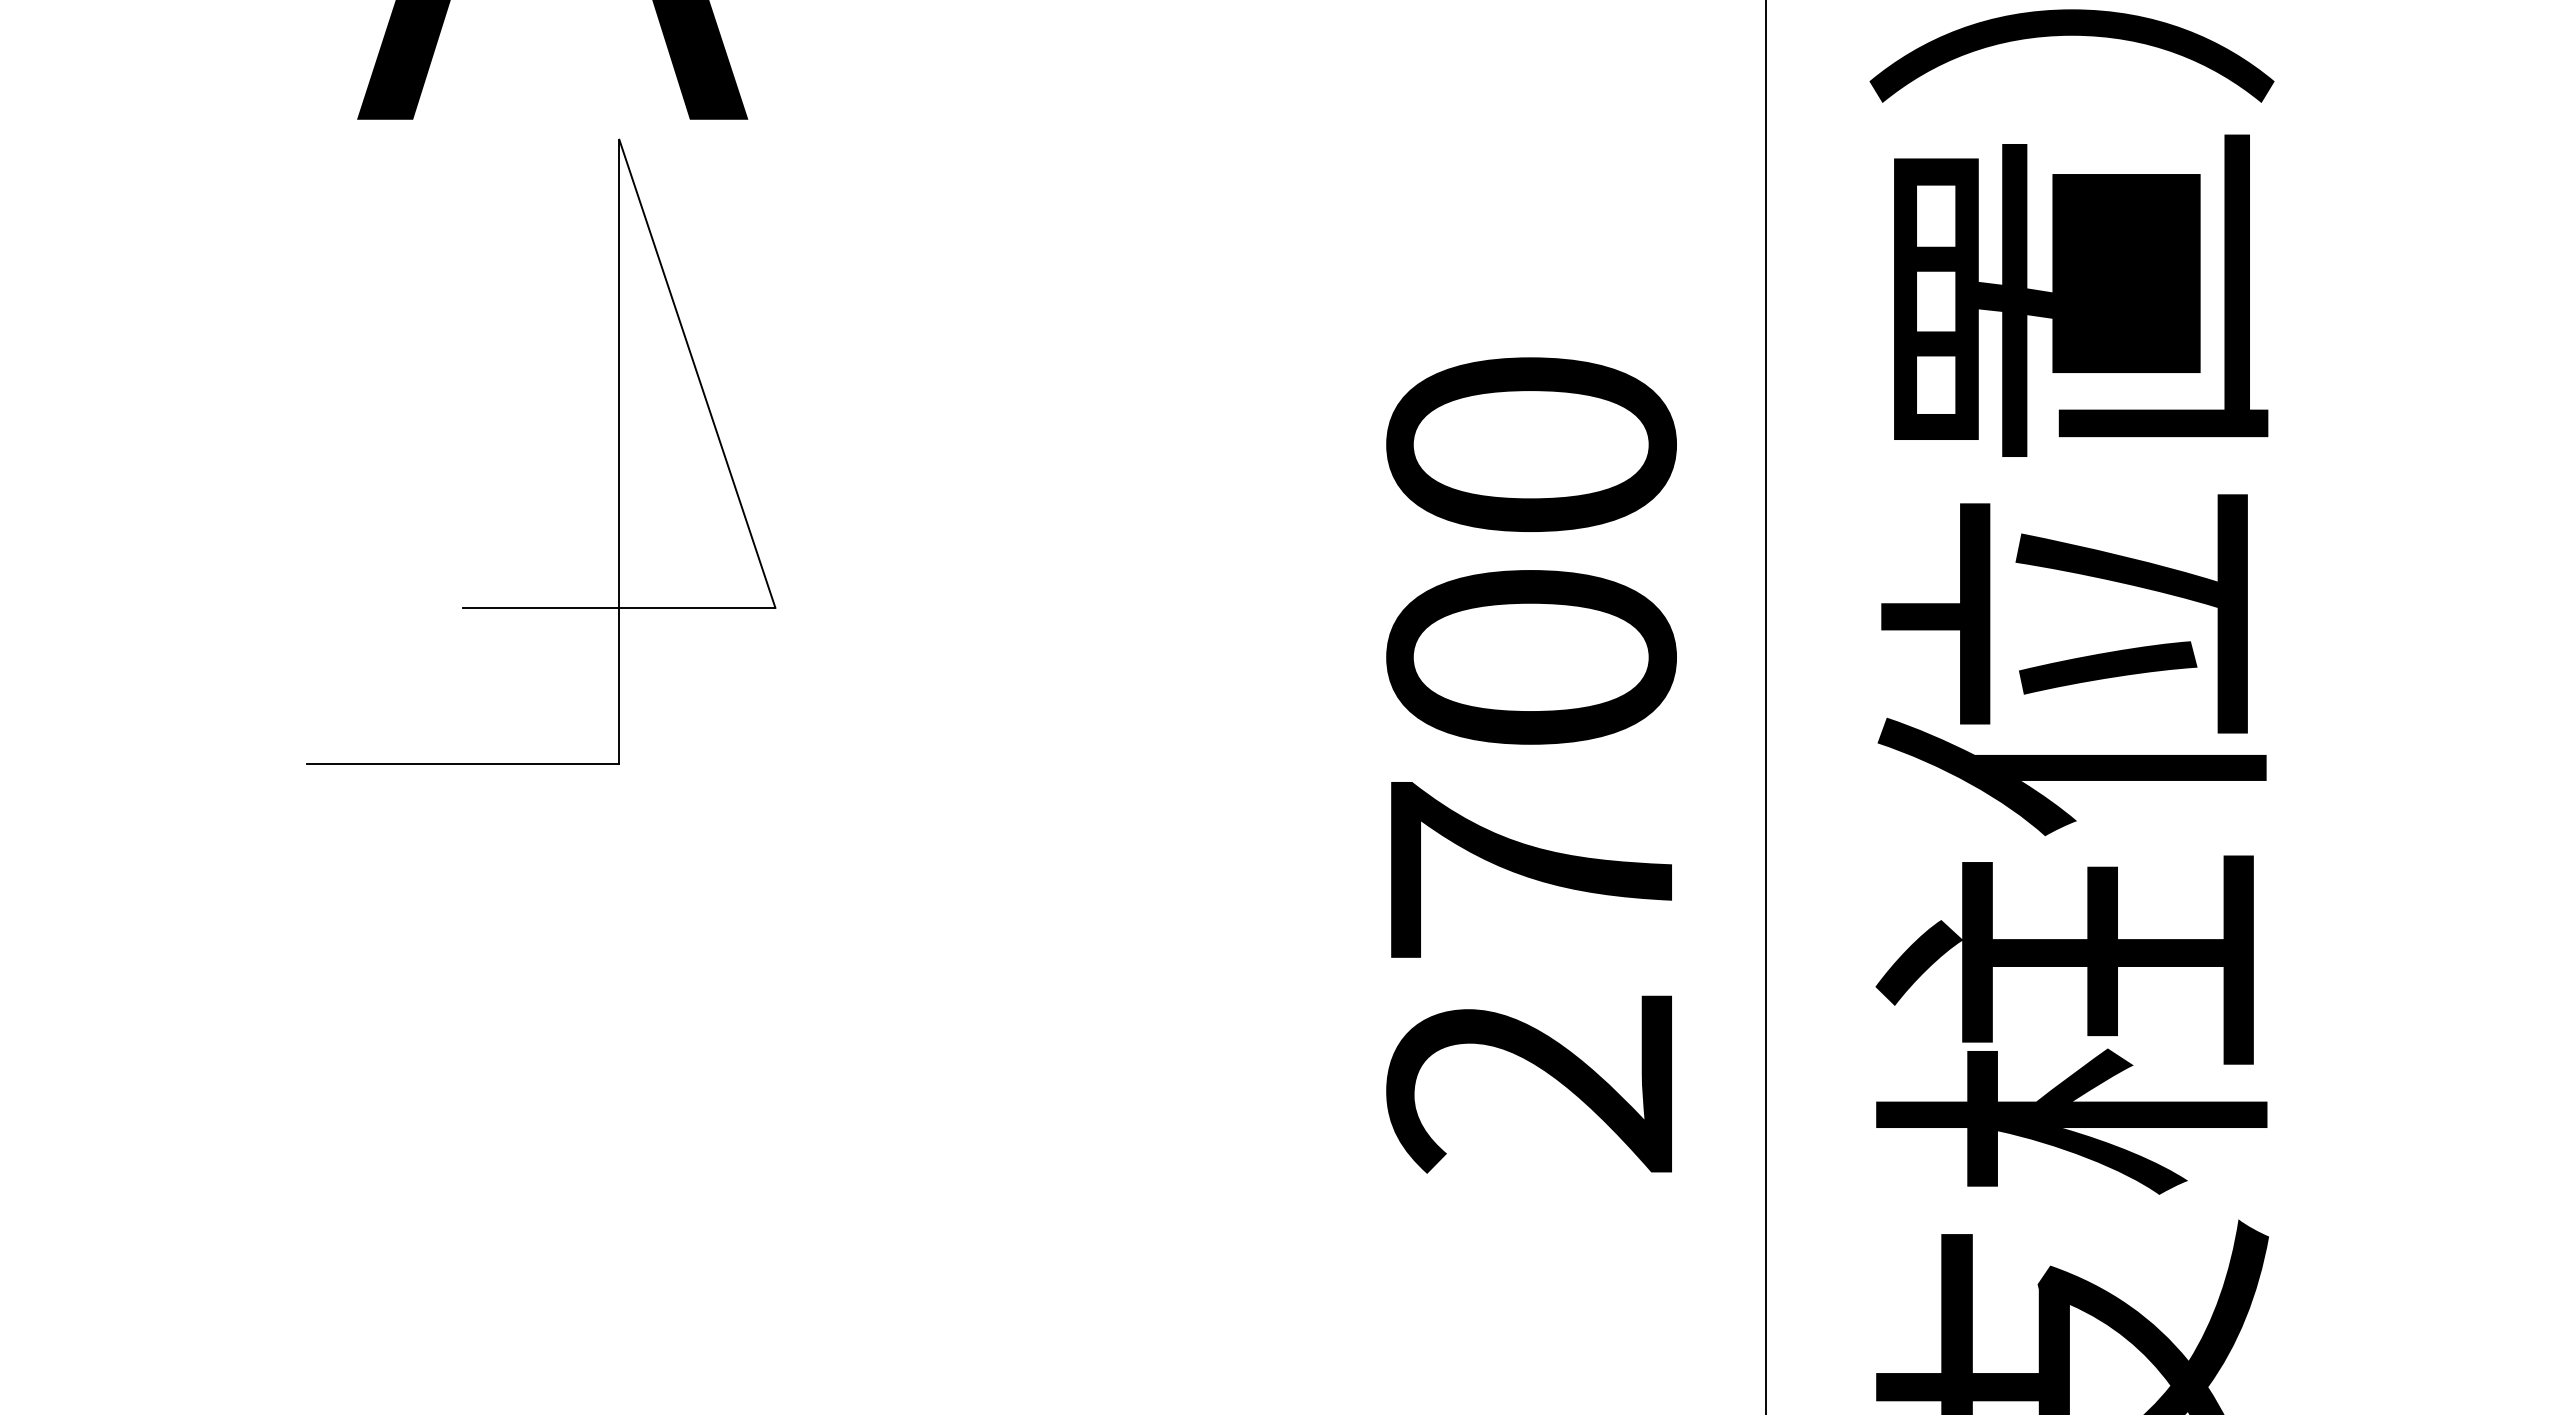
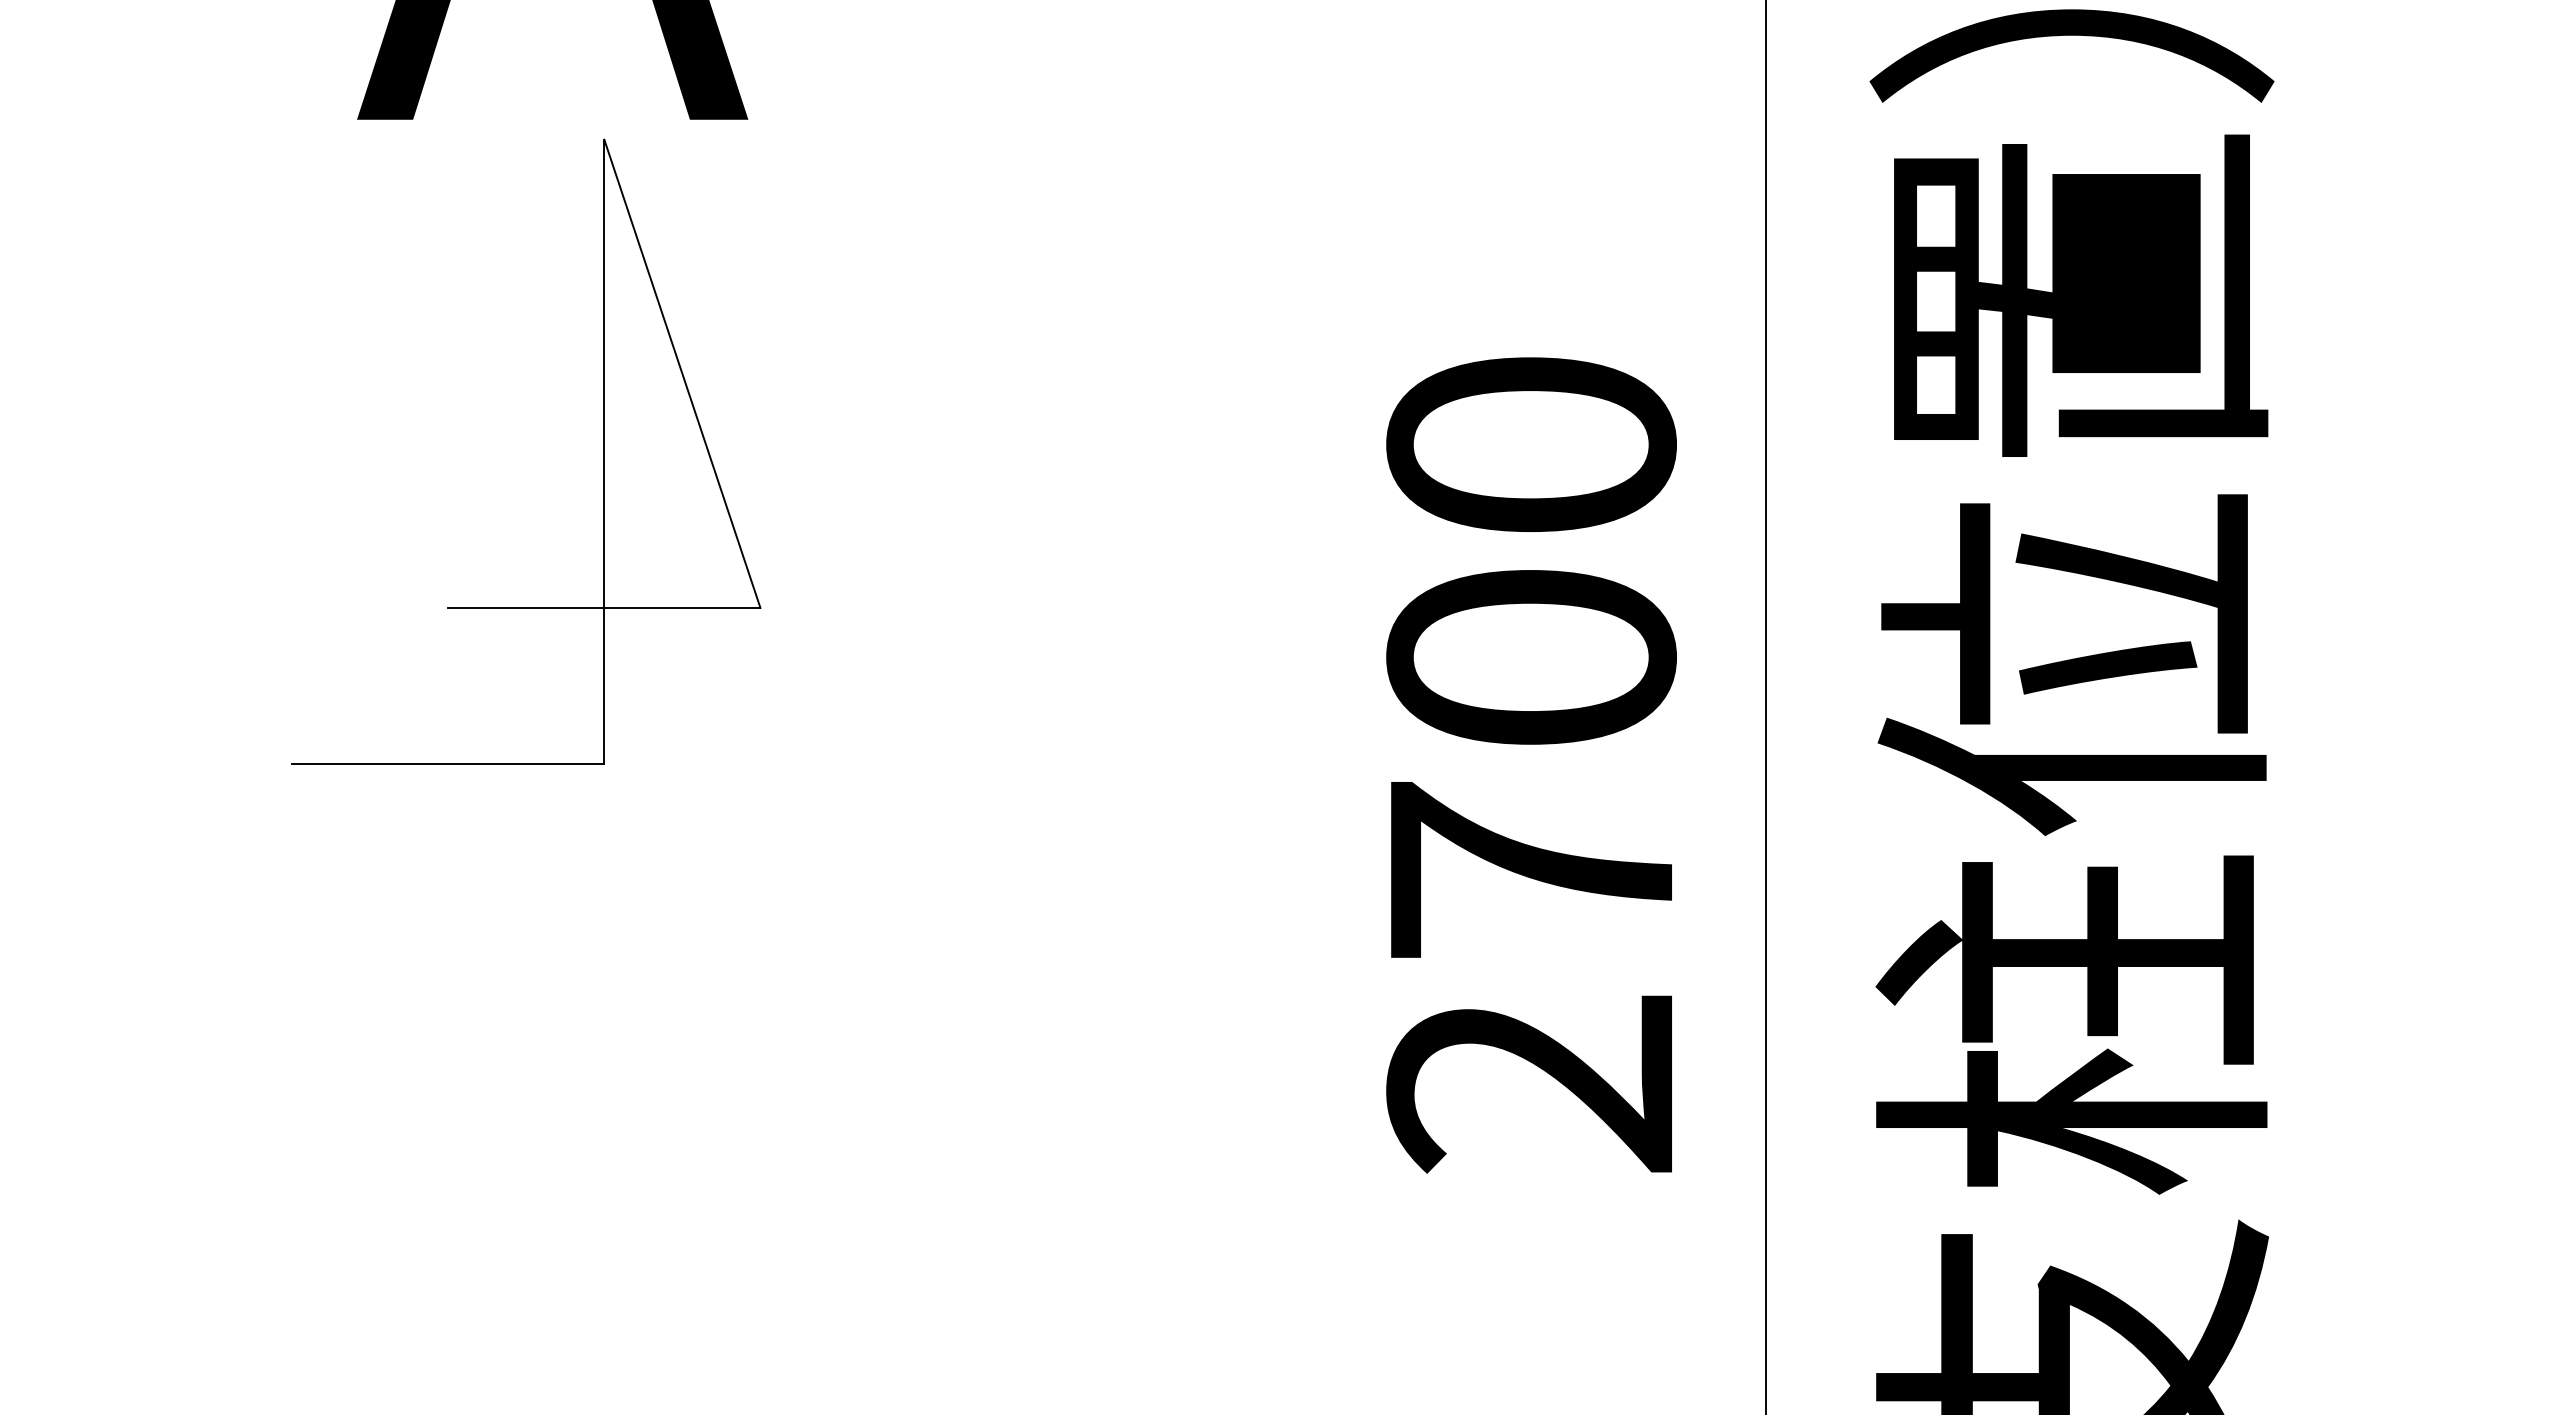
part at (618, 451) position: (618, 451) -> (603, 451)
